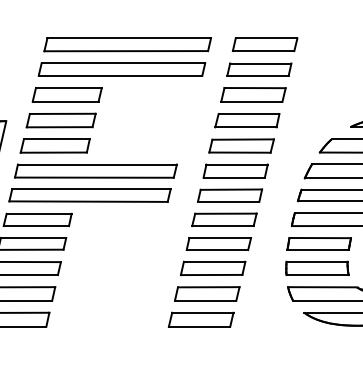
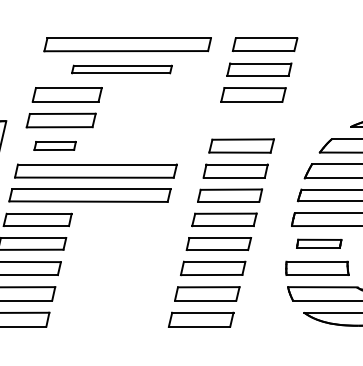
part at (121, 69) size: 170x15 px -> 102x11 px
part at (247, 120): present -> none
part at (54, 145) size: 72x16 px -> 44x10 px
part at (318, 243) size: 66x14 px -> 47x11 px
